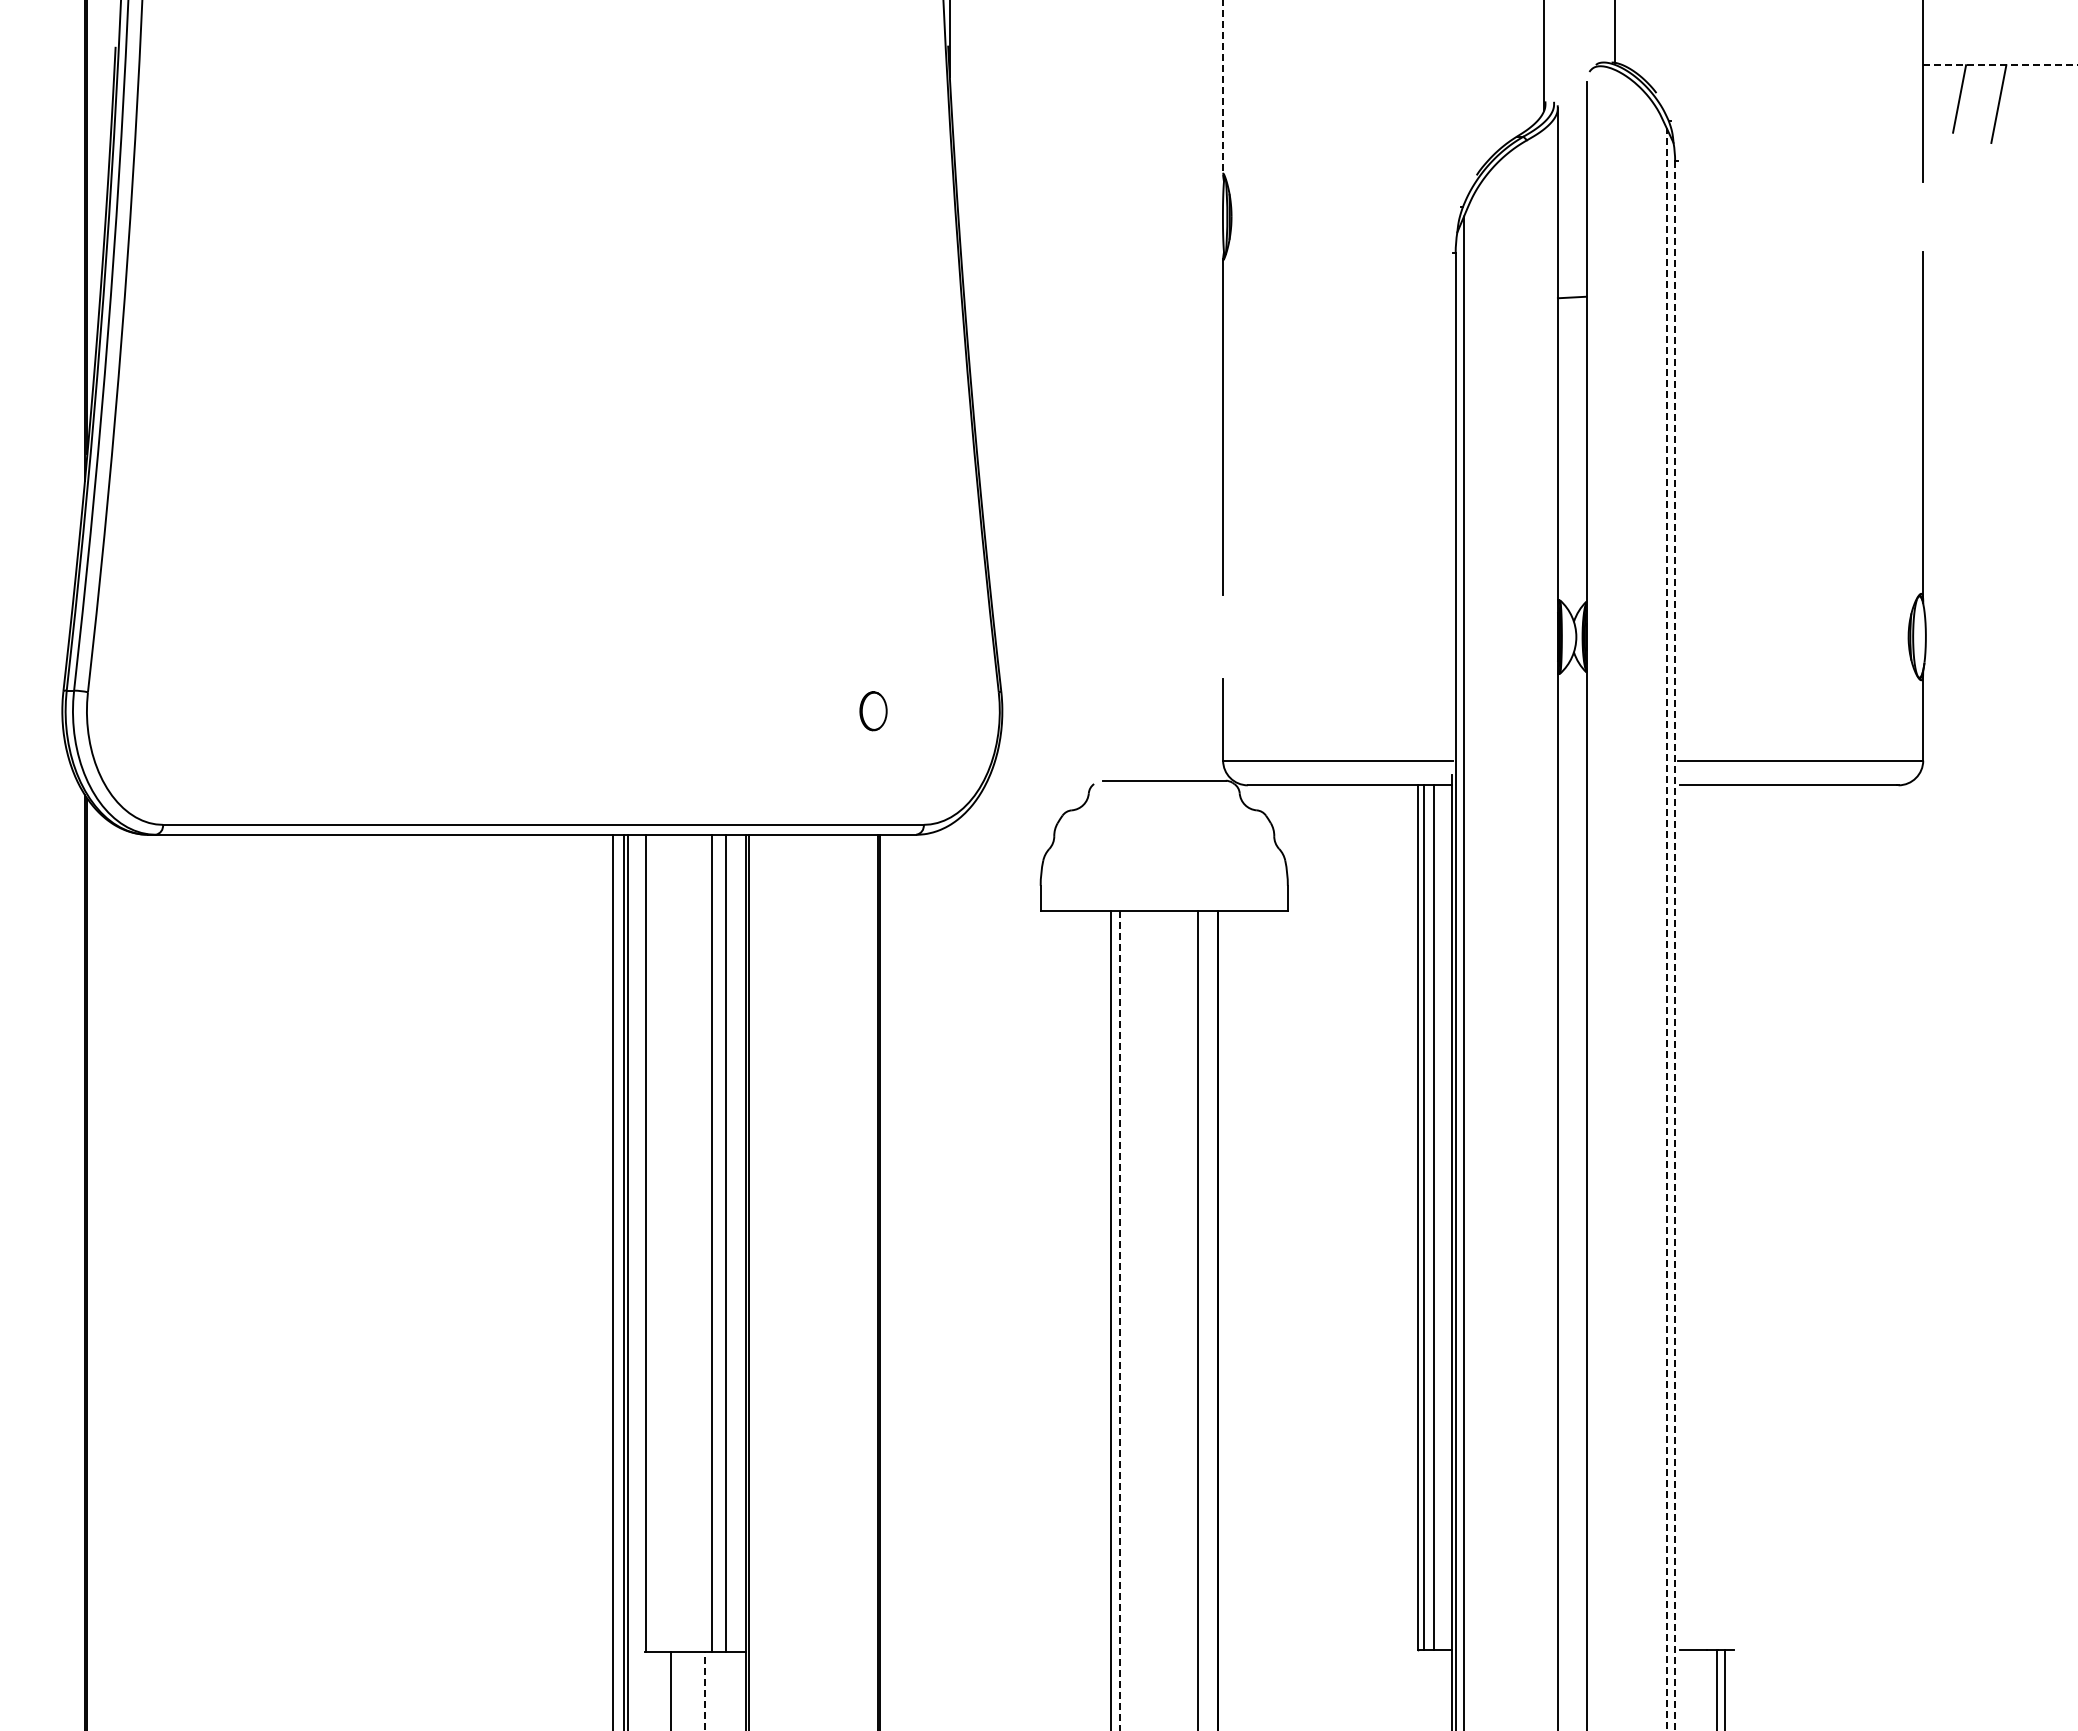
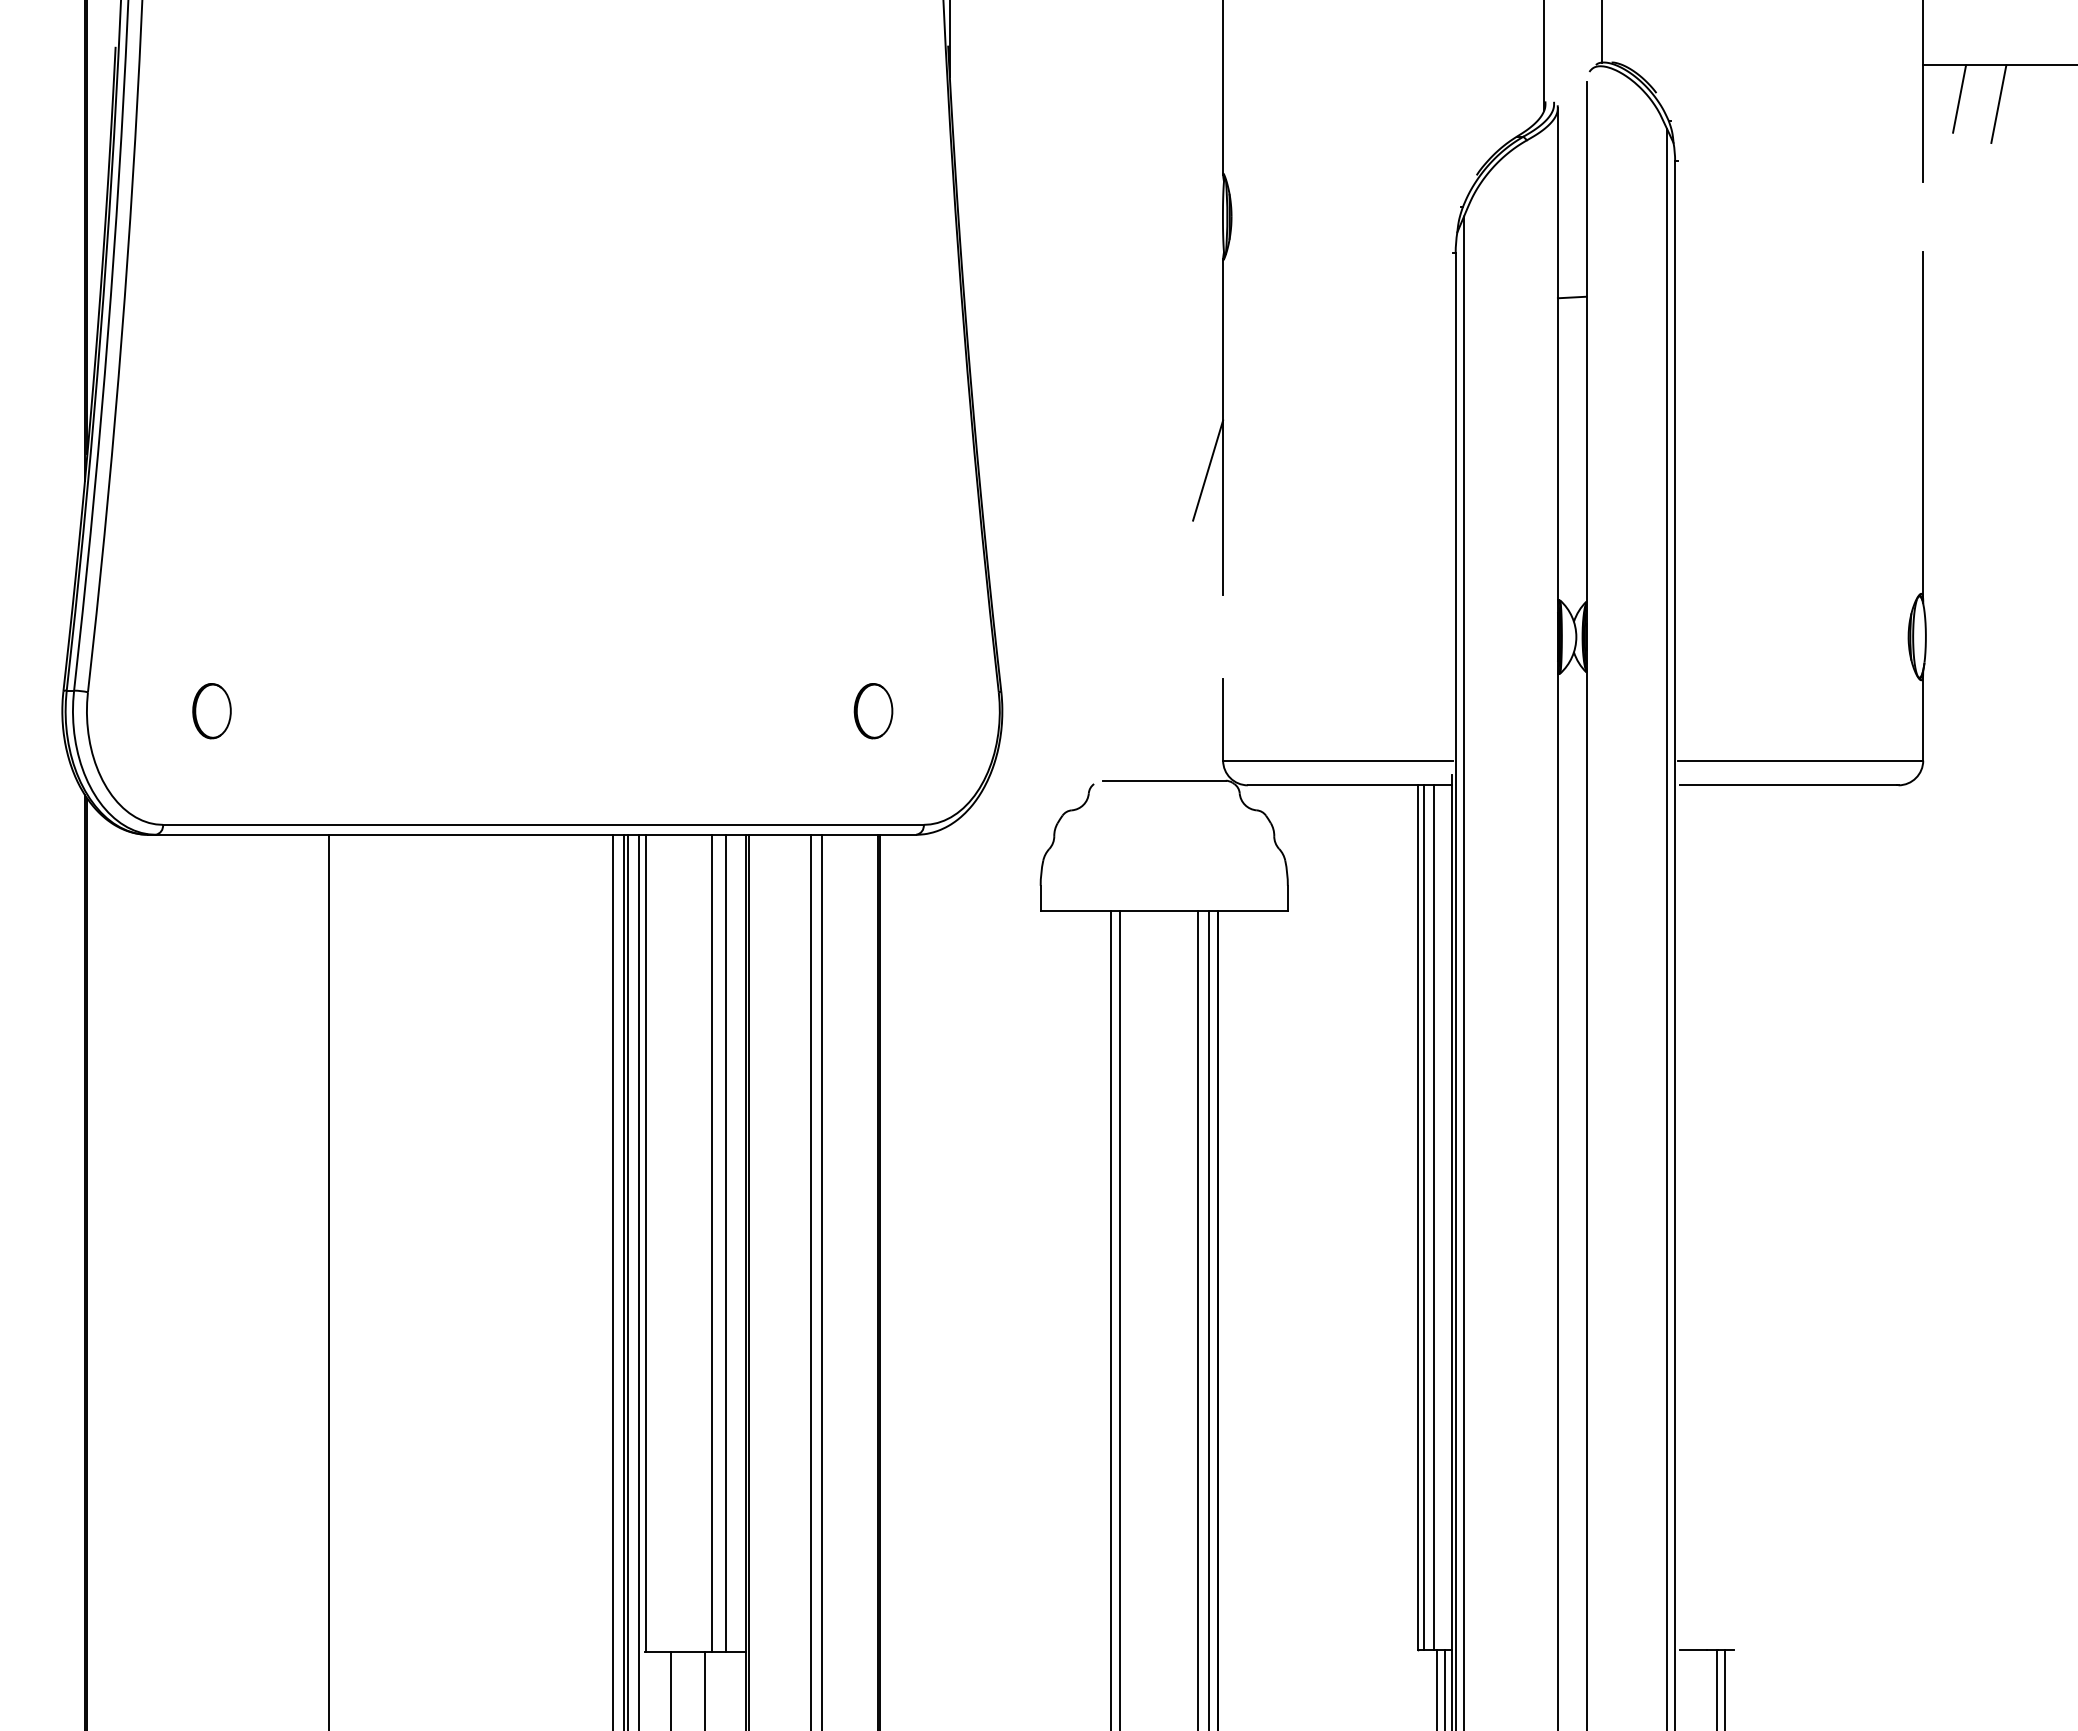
line at (1614, 32) position: (1614, 32) -> (1601, 32)
line at (2000, 65): dashed -> solid
line at (1223, 87): dashed -> solid
line at (1208, 470): none -> present
part at (211, 711): none -> present
part at (873, 711) size: 29x41 px -> 41x57 px
line at (1667, 930): dashed -> solid
line at (1675, 946): dashed -> solid
line at (328, 1280): none -> present
line at (639, 1280): none -> present
line at (811, 1280): none -> present
line at (821, 1280): none -> present
line at (1209, 1318): none -> present
line at (1119, 1320): dashed -> solid
line at (1436, 1688): none -> present
line at (1445, 1688): none -> present
line at (705, 1690): dashed -> solid
